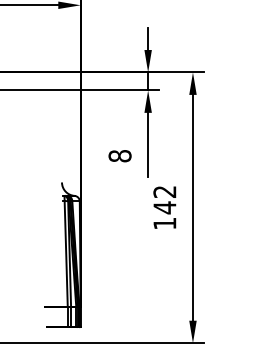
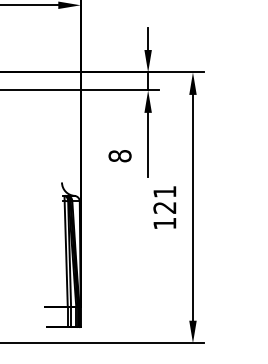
text at (164, 200): 142 -> 121
